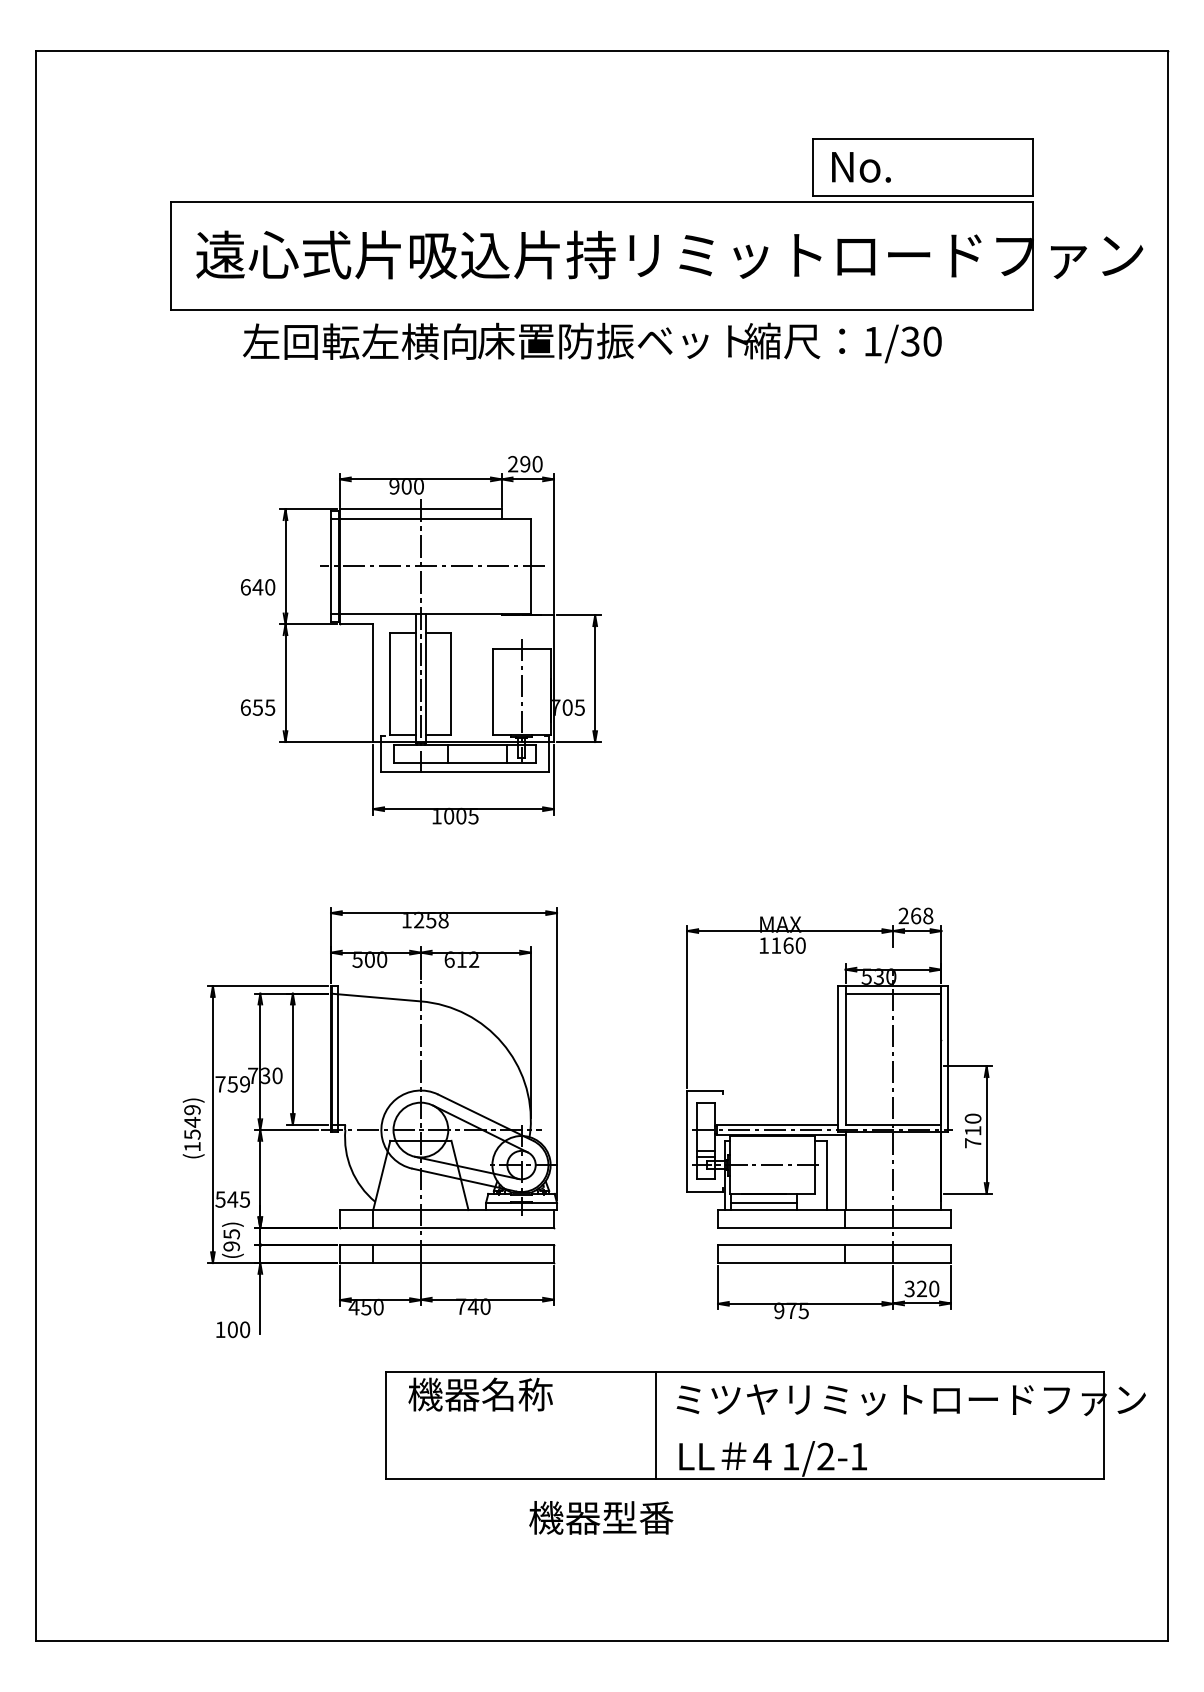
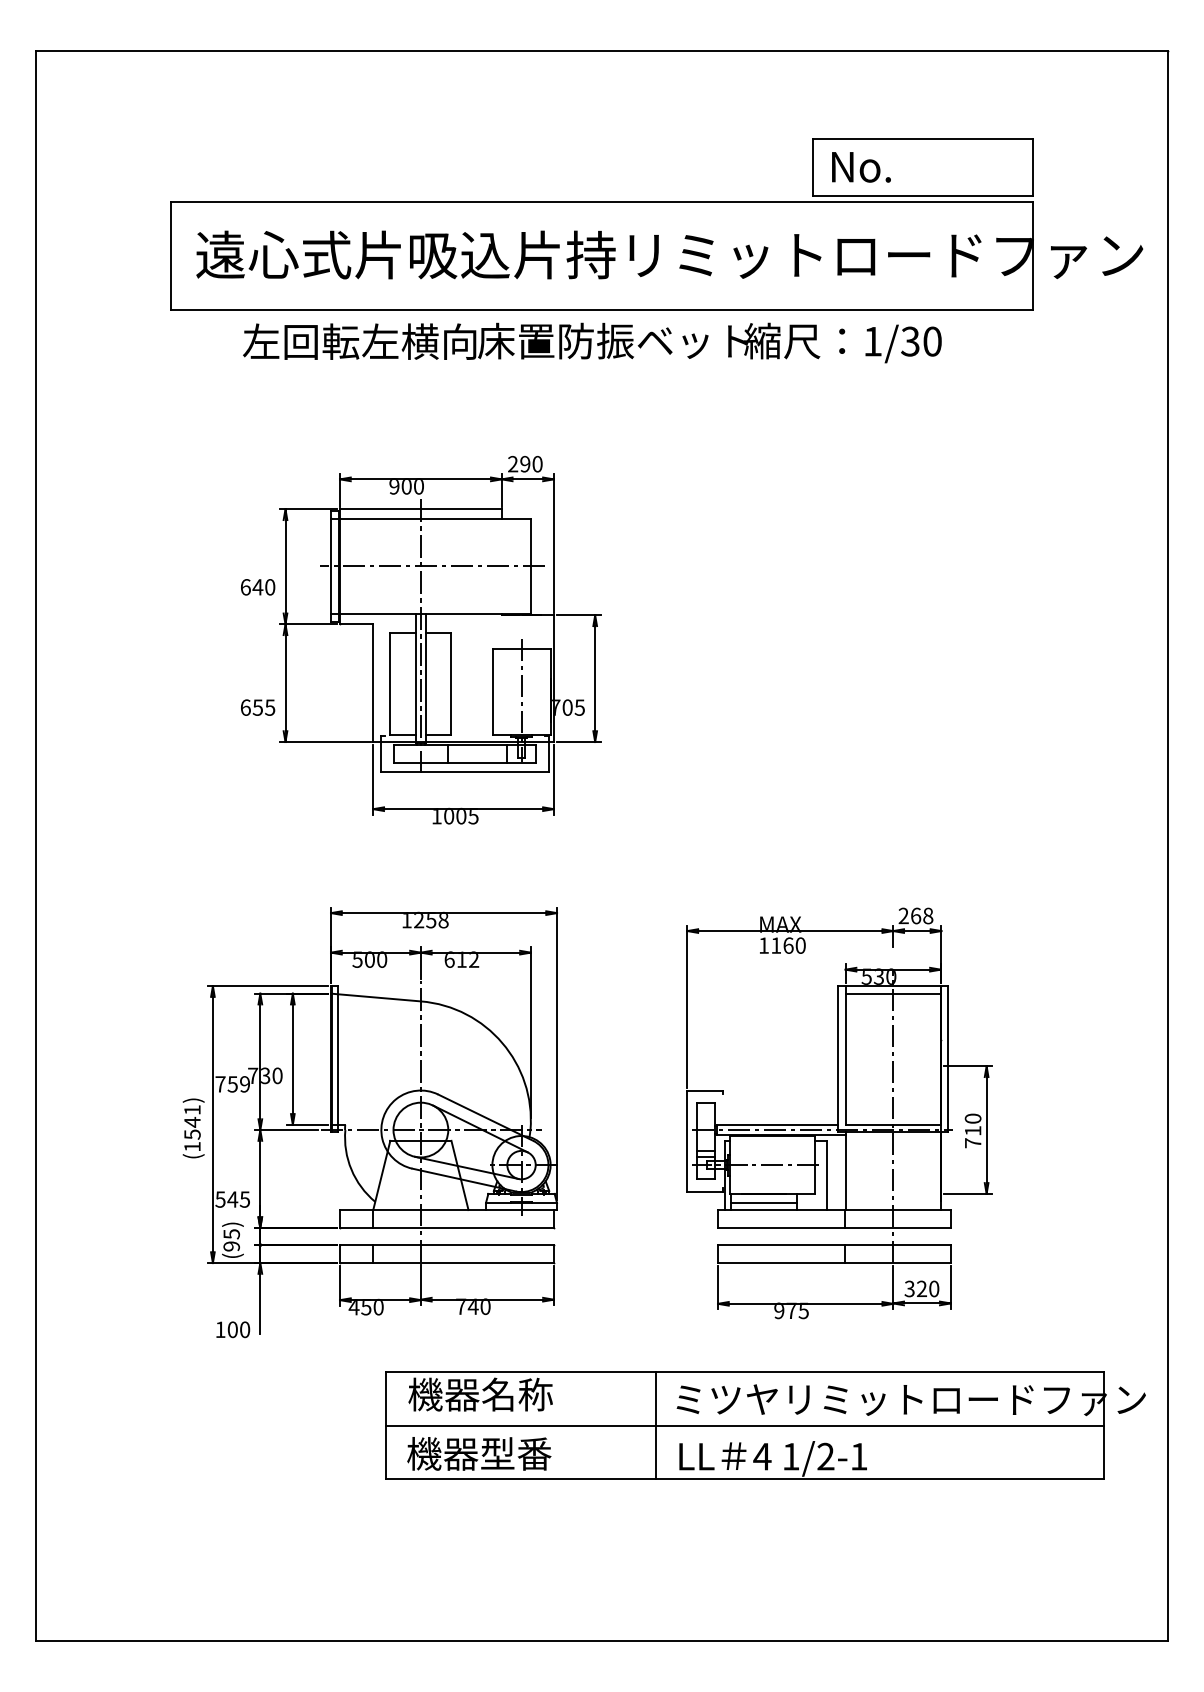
text at (192, 1110): (1549) -> (1541)
line at (745, 1425): none -> present
text at (601, 1517) position: (601, 1517) -> (479, 1453)
